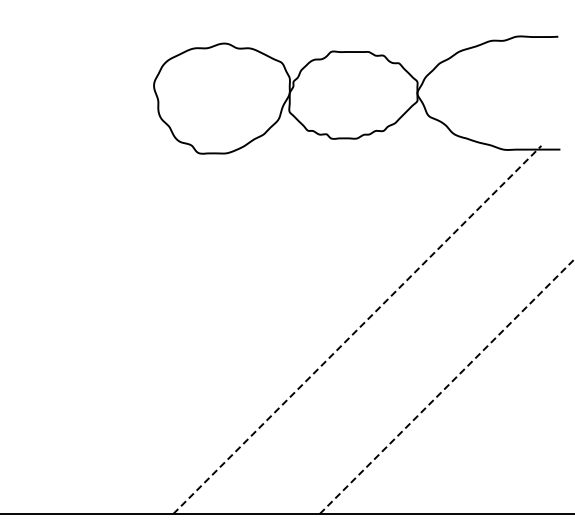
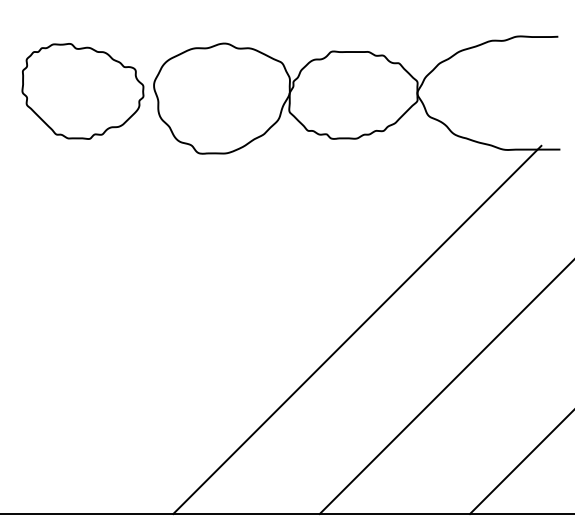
part at (82, 91): none -> present
line at (357, 329): dashed -> solid
line at (447, 386): dashed -> solid
line at (520, 462): none -> present
